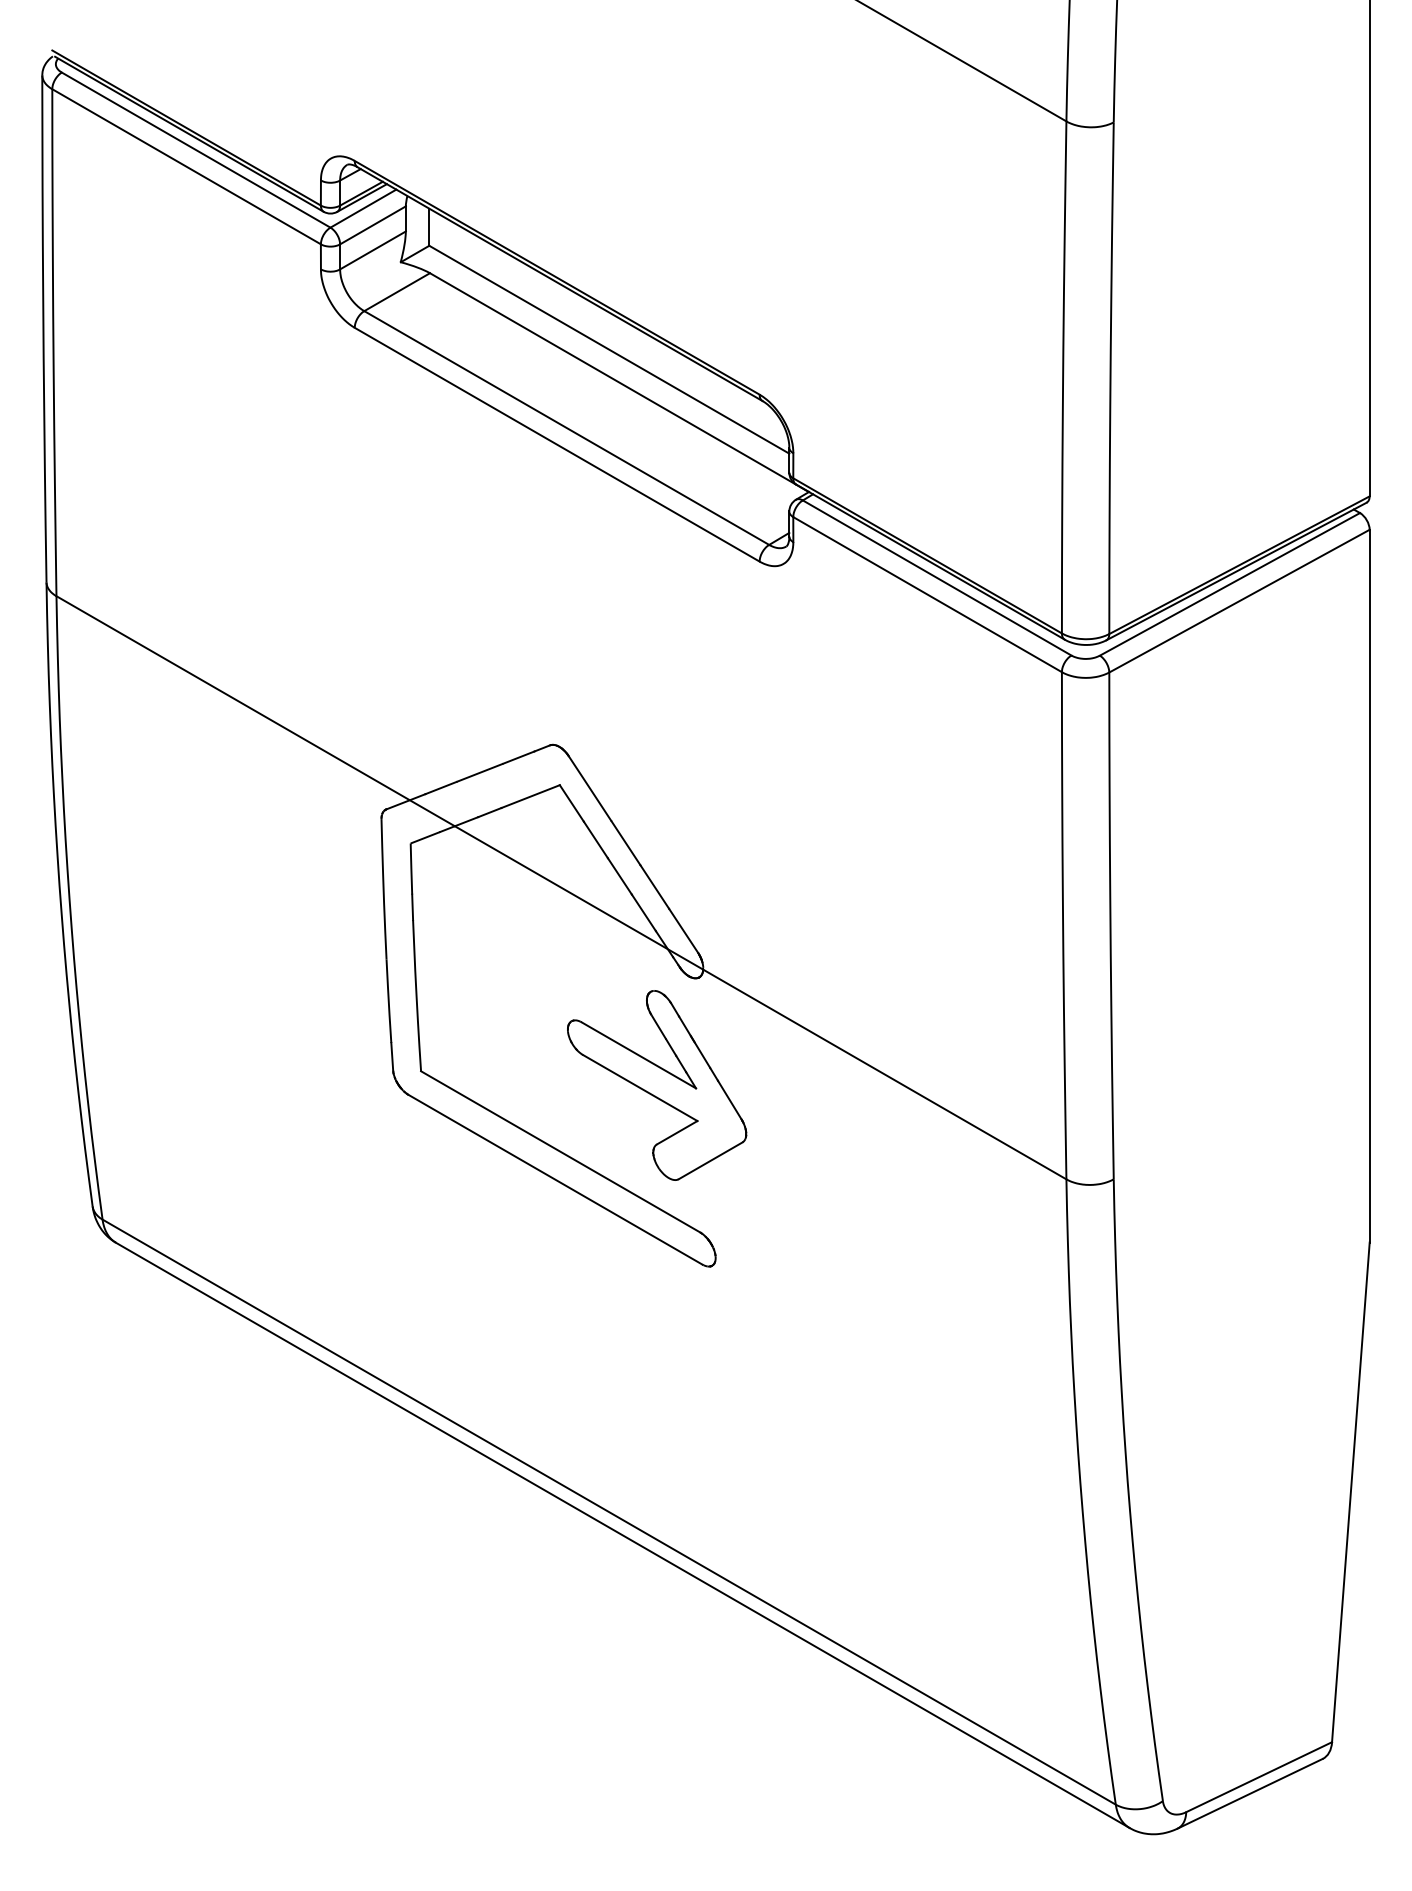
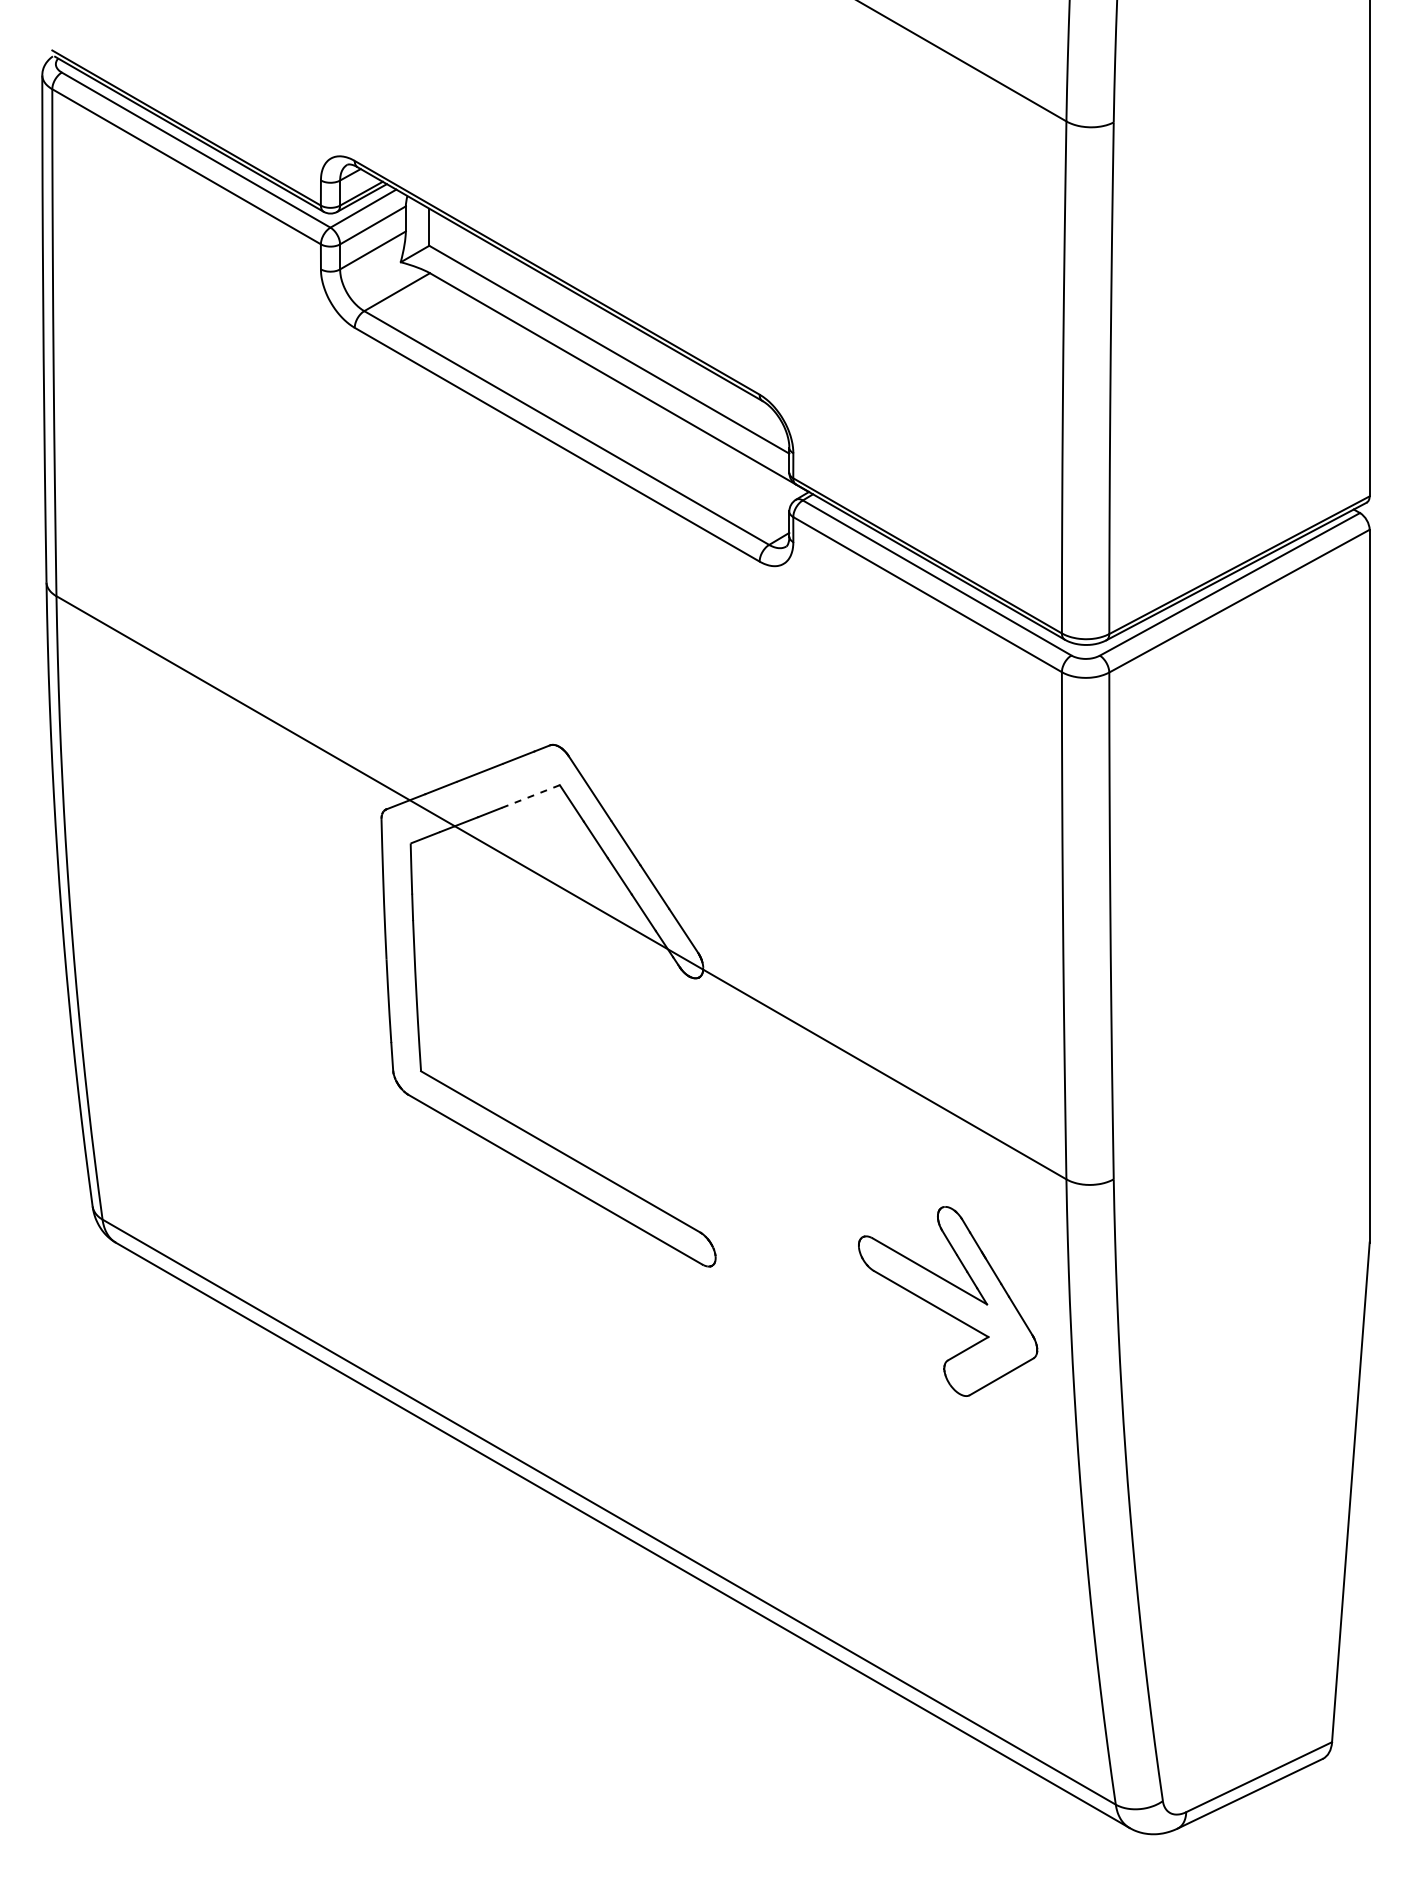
line at (530, 796): solid -> dashed
part at (657, 1085) position: (657, 1085) -> (948, 1301)
